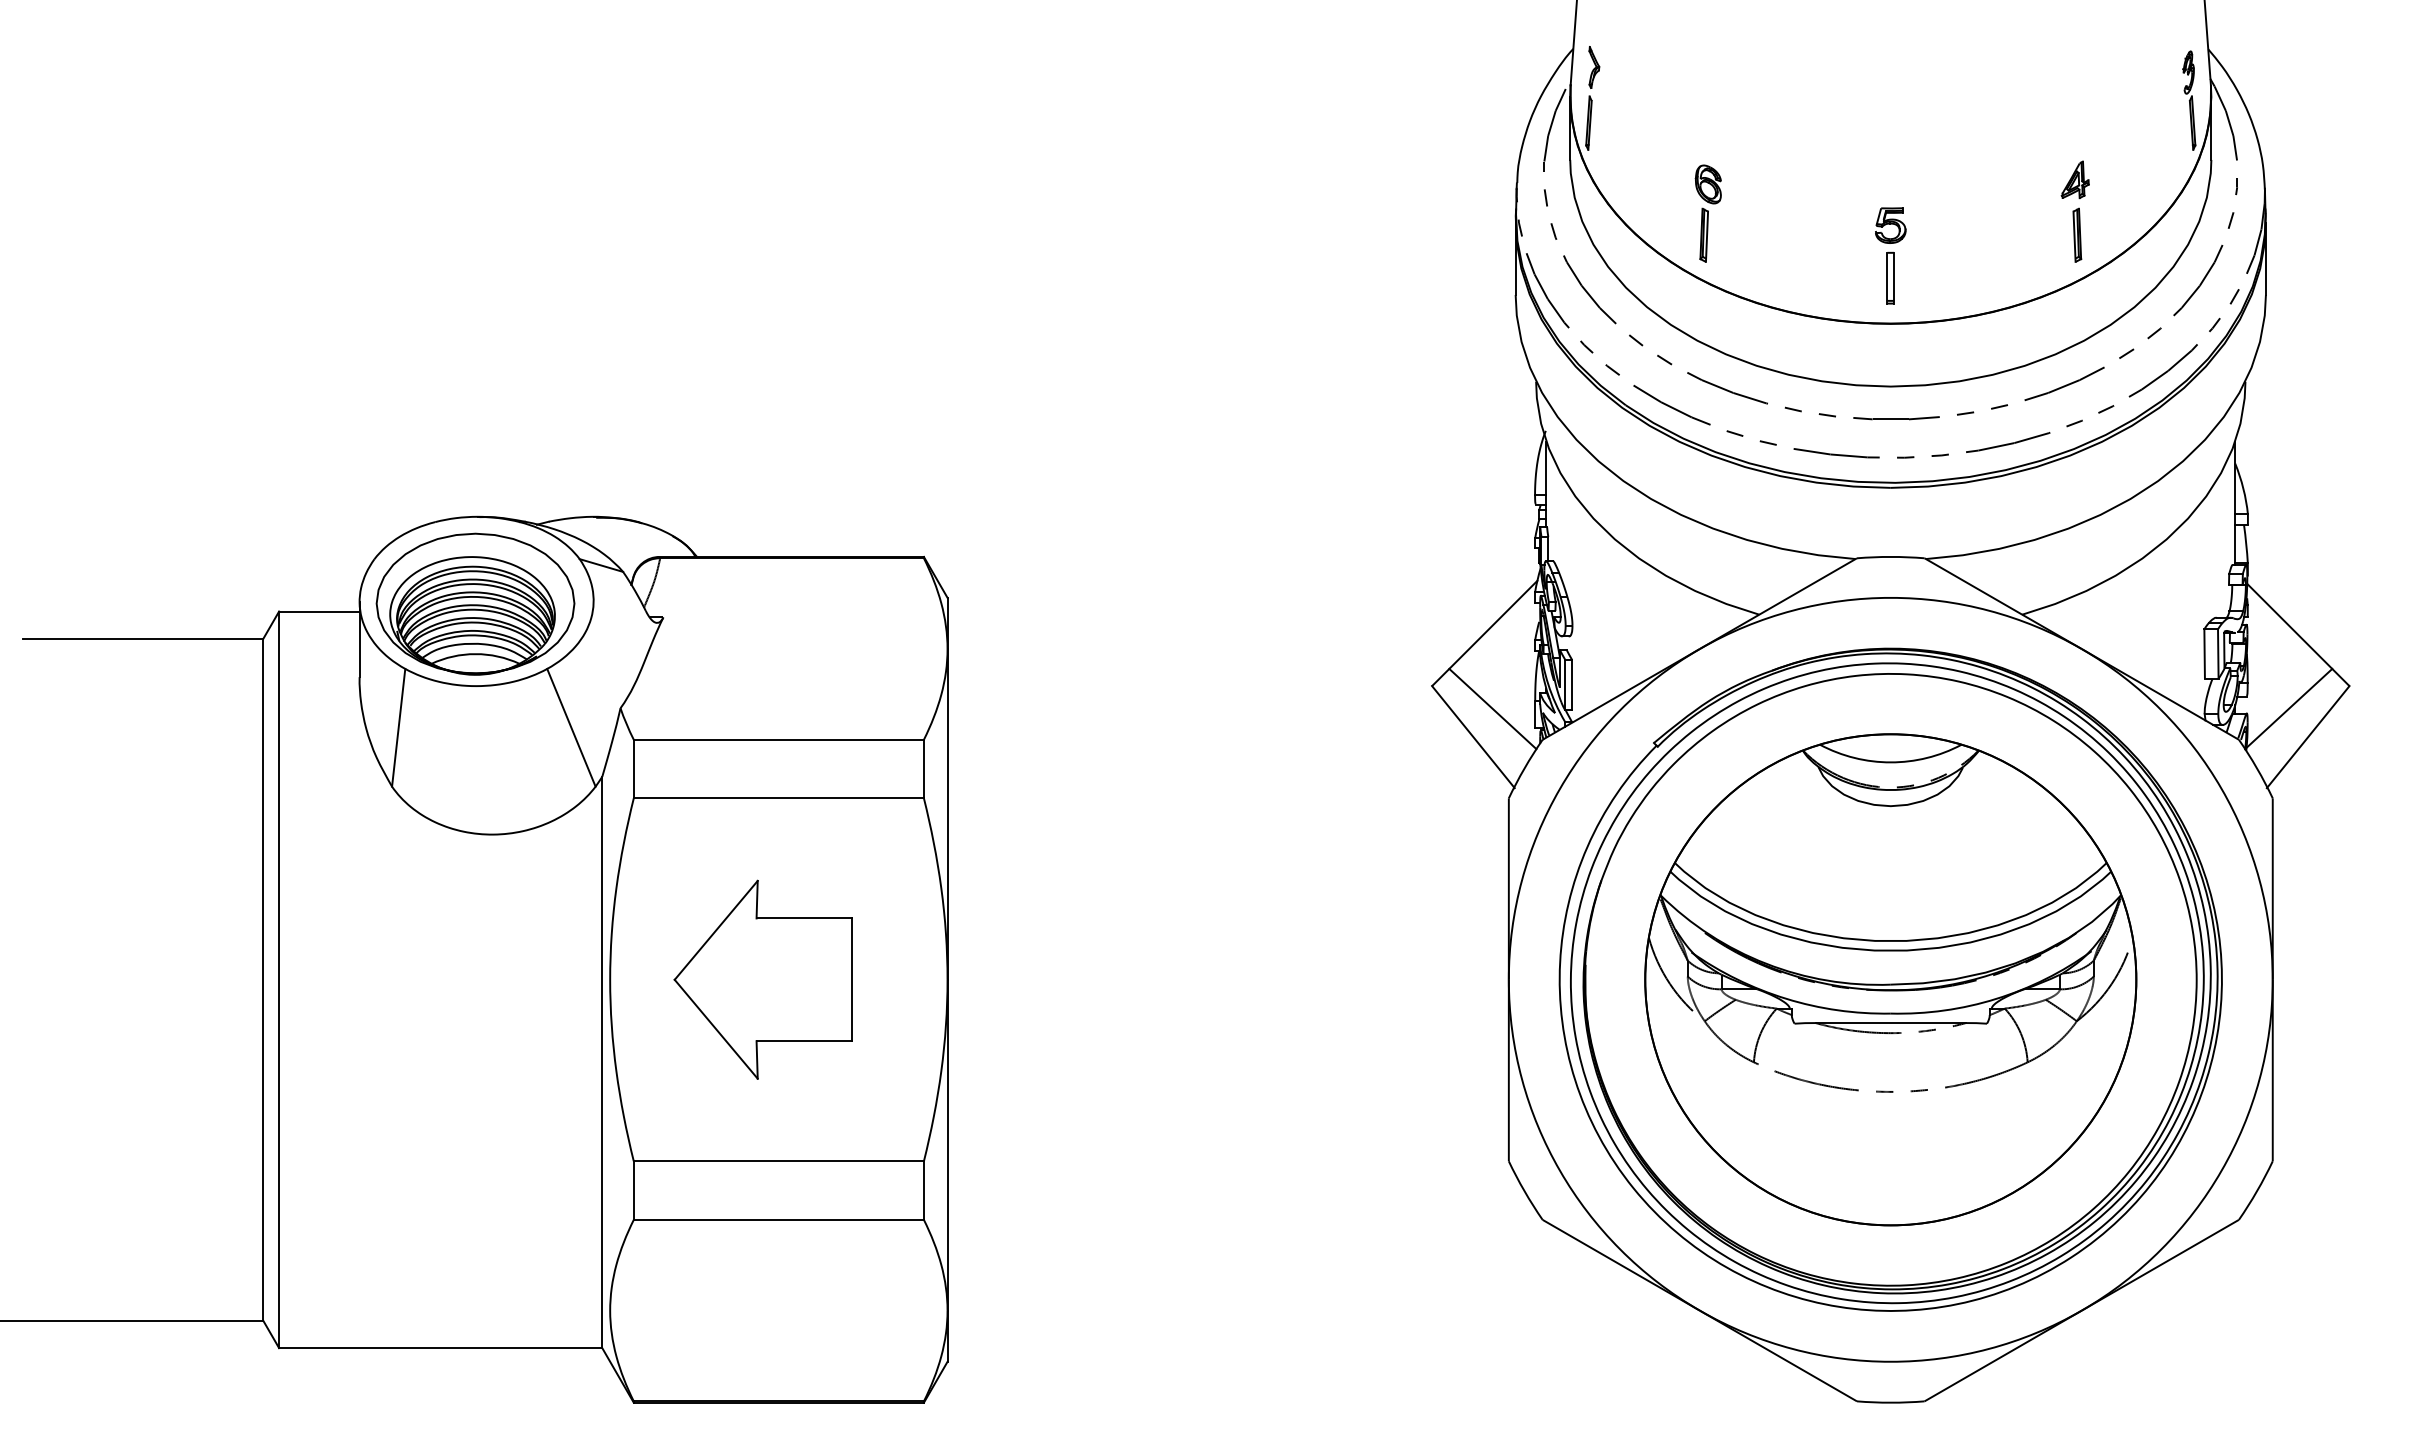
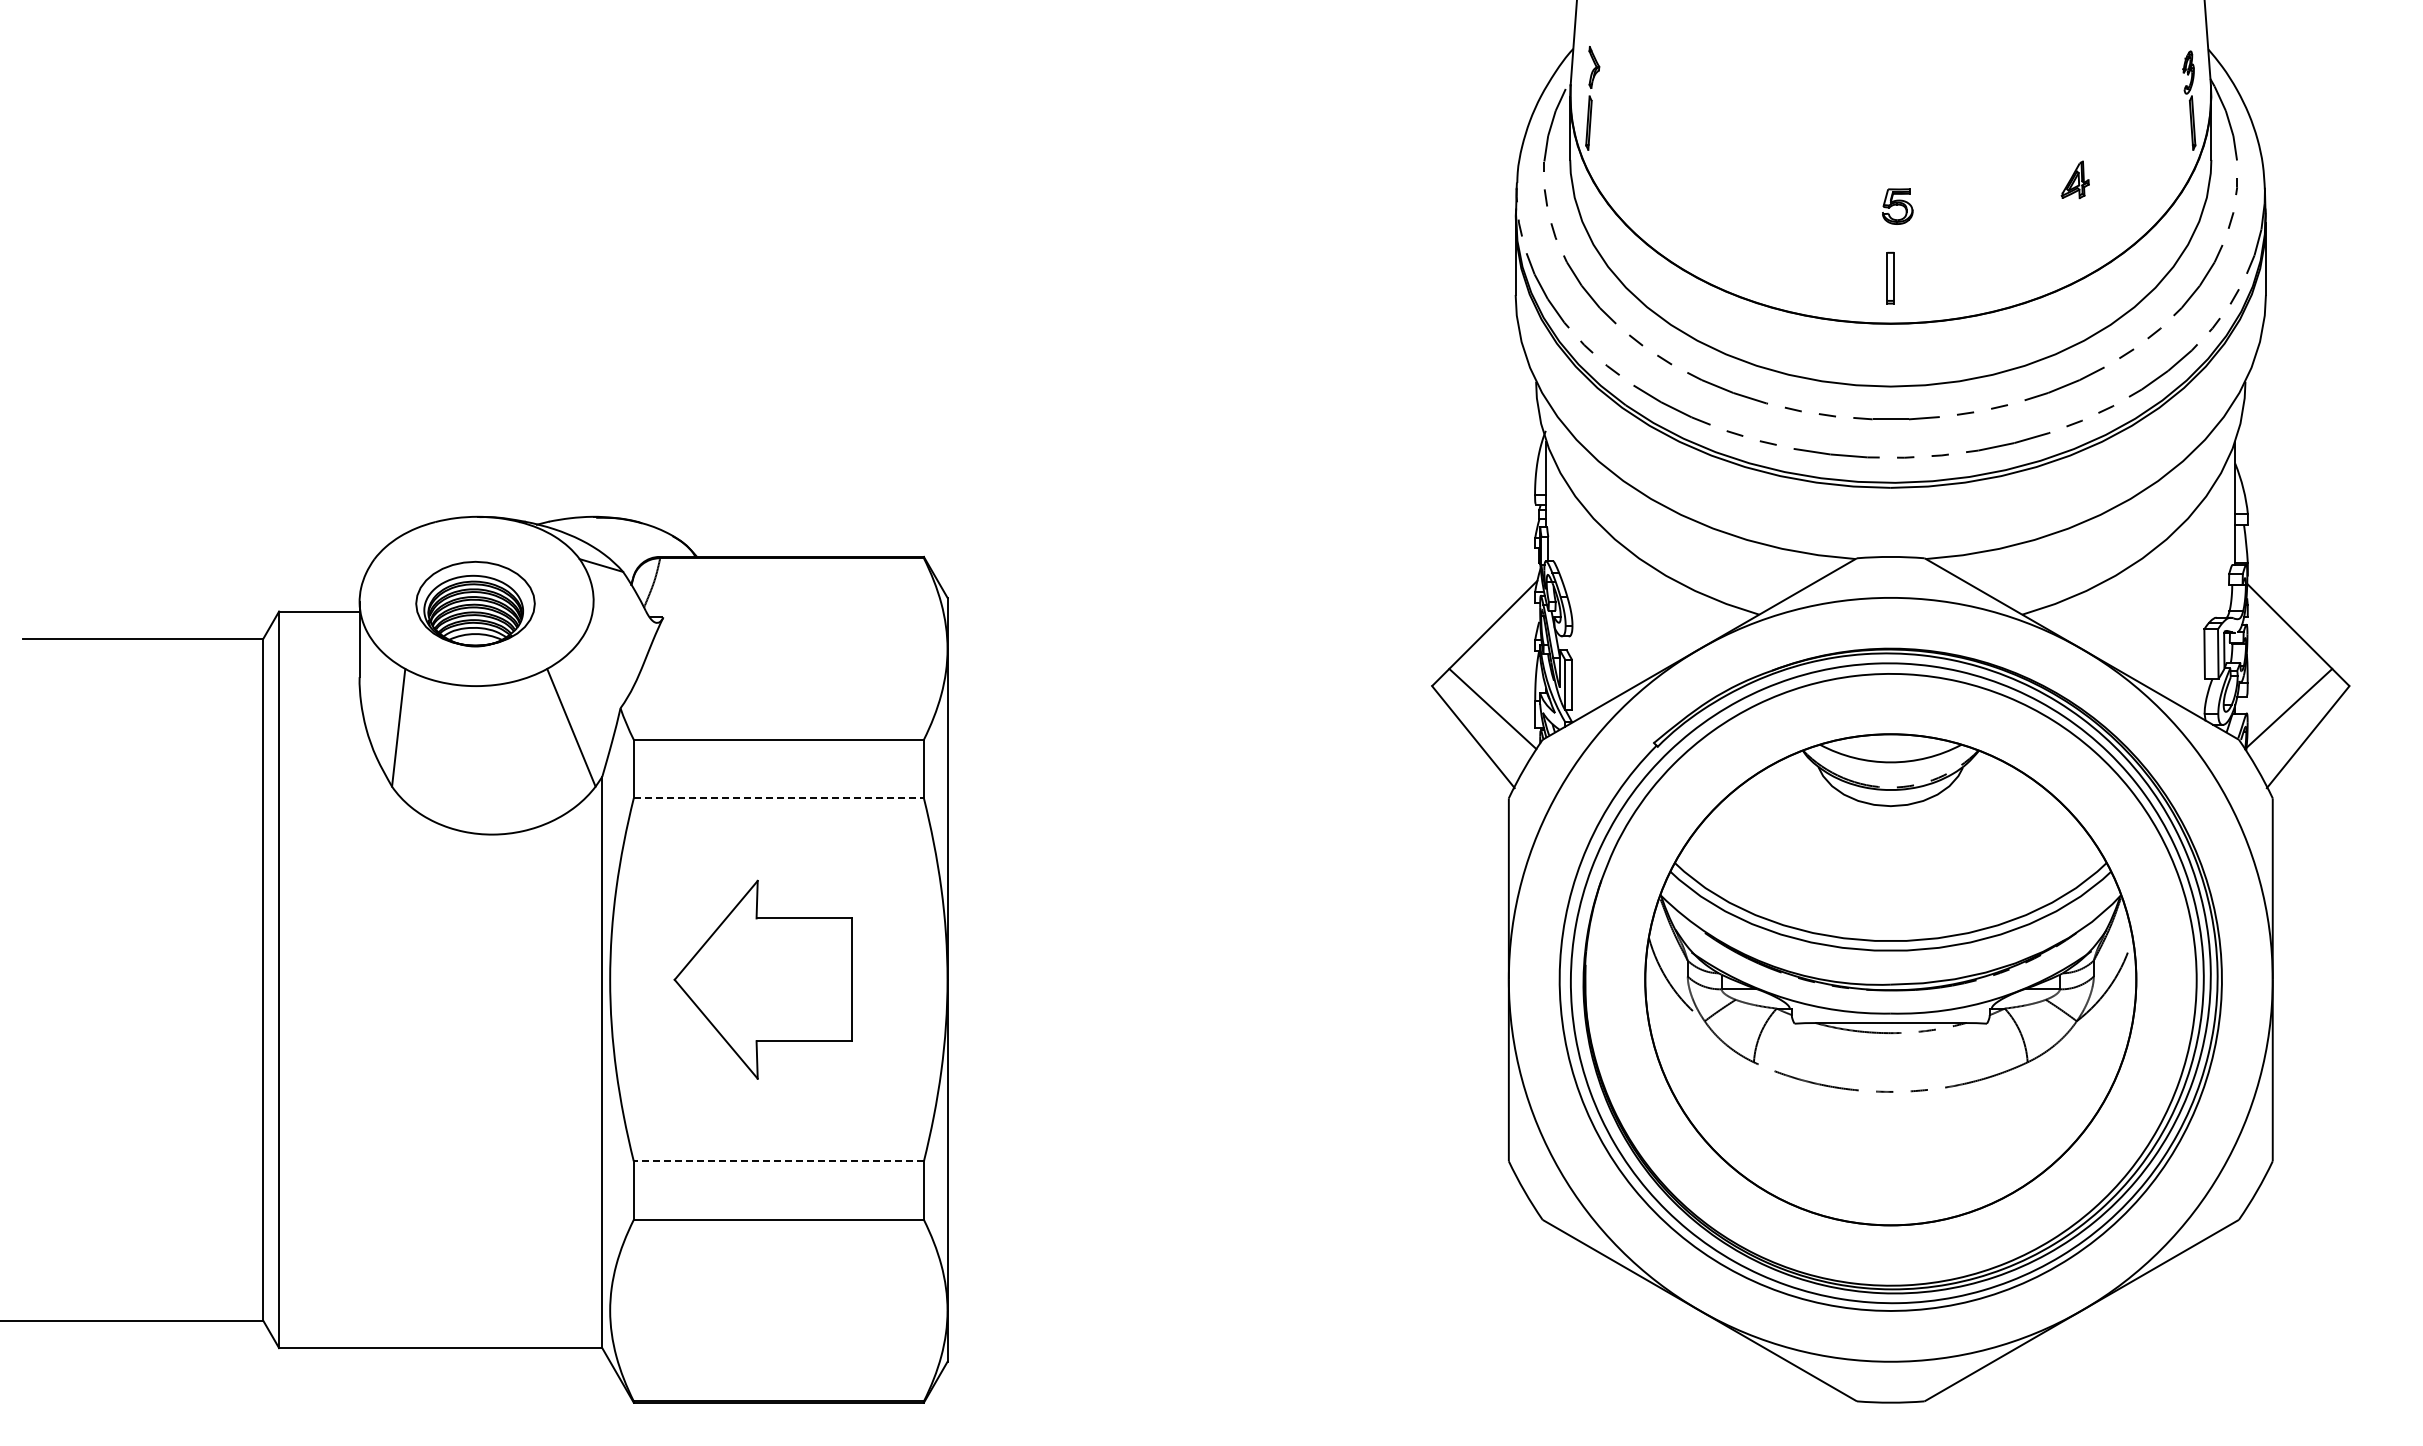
part at (1707, 213): present -> none
part at (1890, 225) position: (1890, 225) -> (1897, 206)
part at (2077, 234): present -> none
part at (475, 603) size: 201x144 px -> 121x88 px
line at (779, 798): solid -> dashed
line at (778, 1161): solid -> dashed
